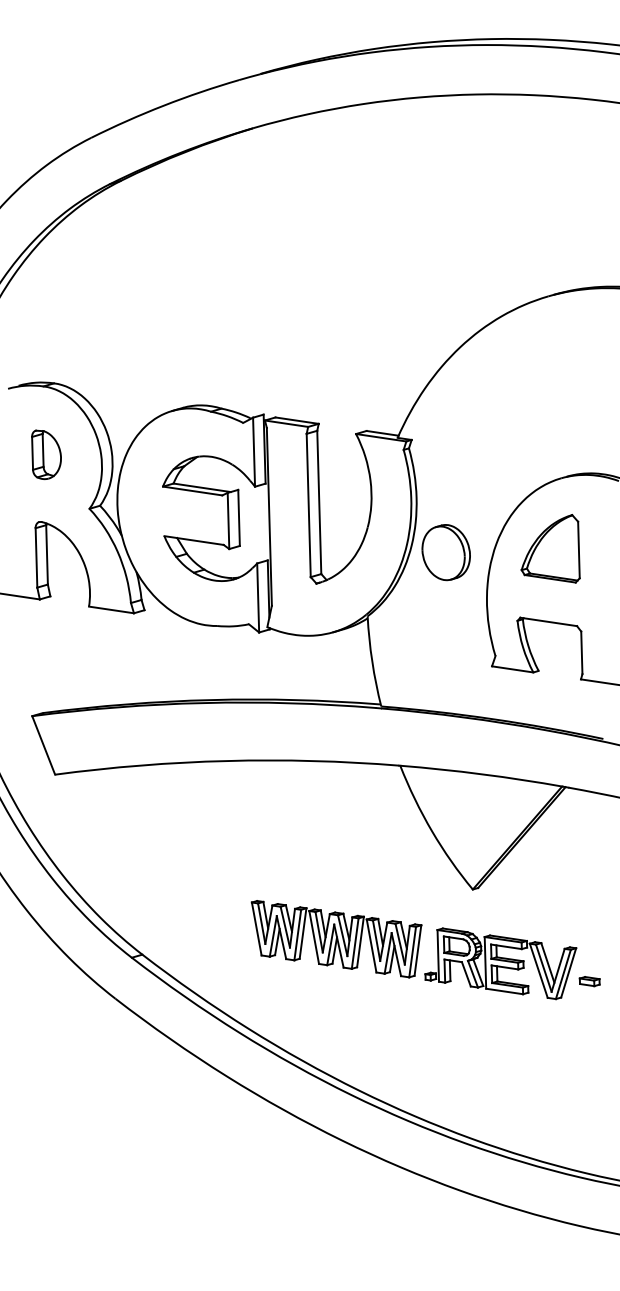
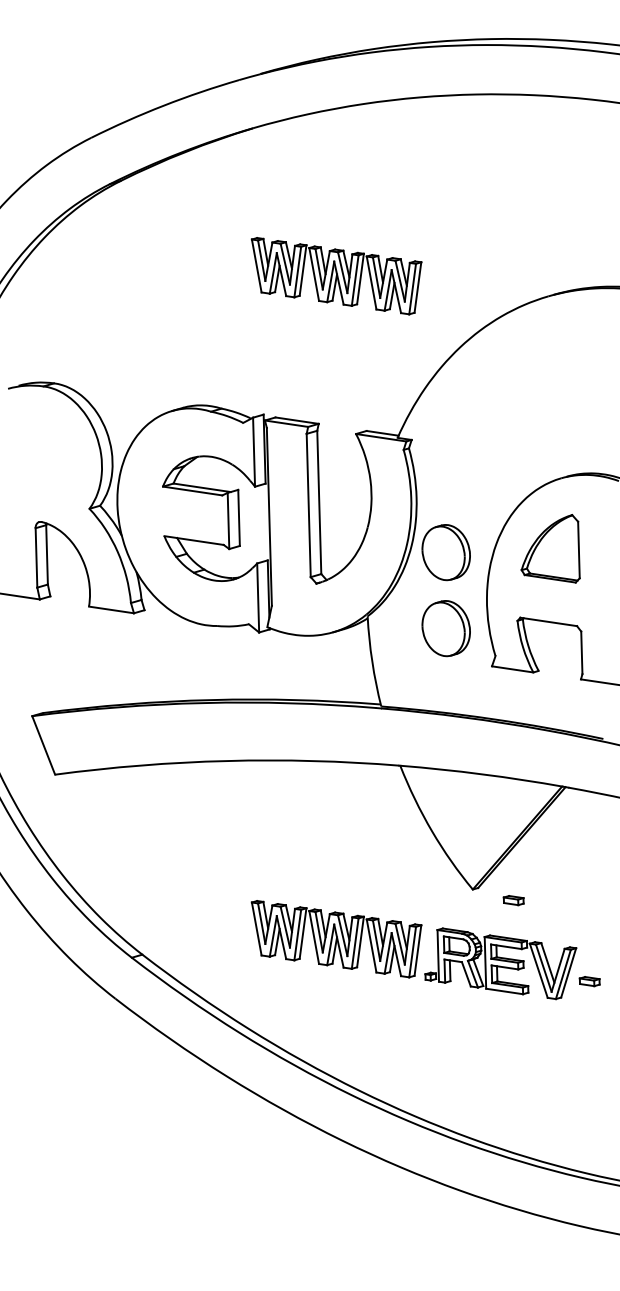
part at (336, 276): none -> present
part at (46, 454): present -> none
part at (445, 628): none -> present
part at (513, 900): none -> present
